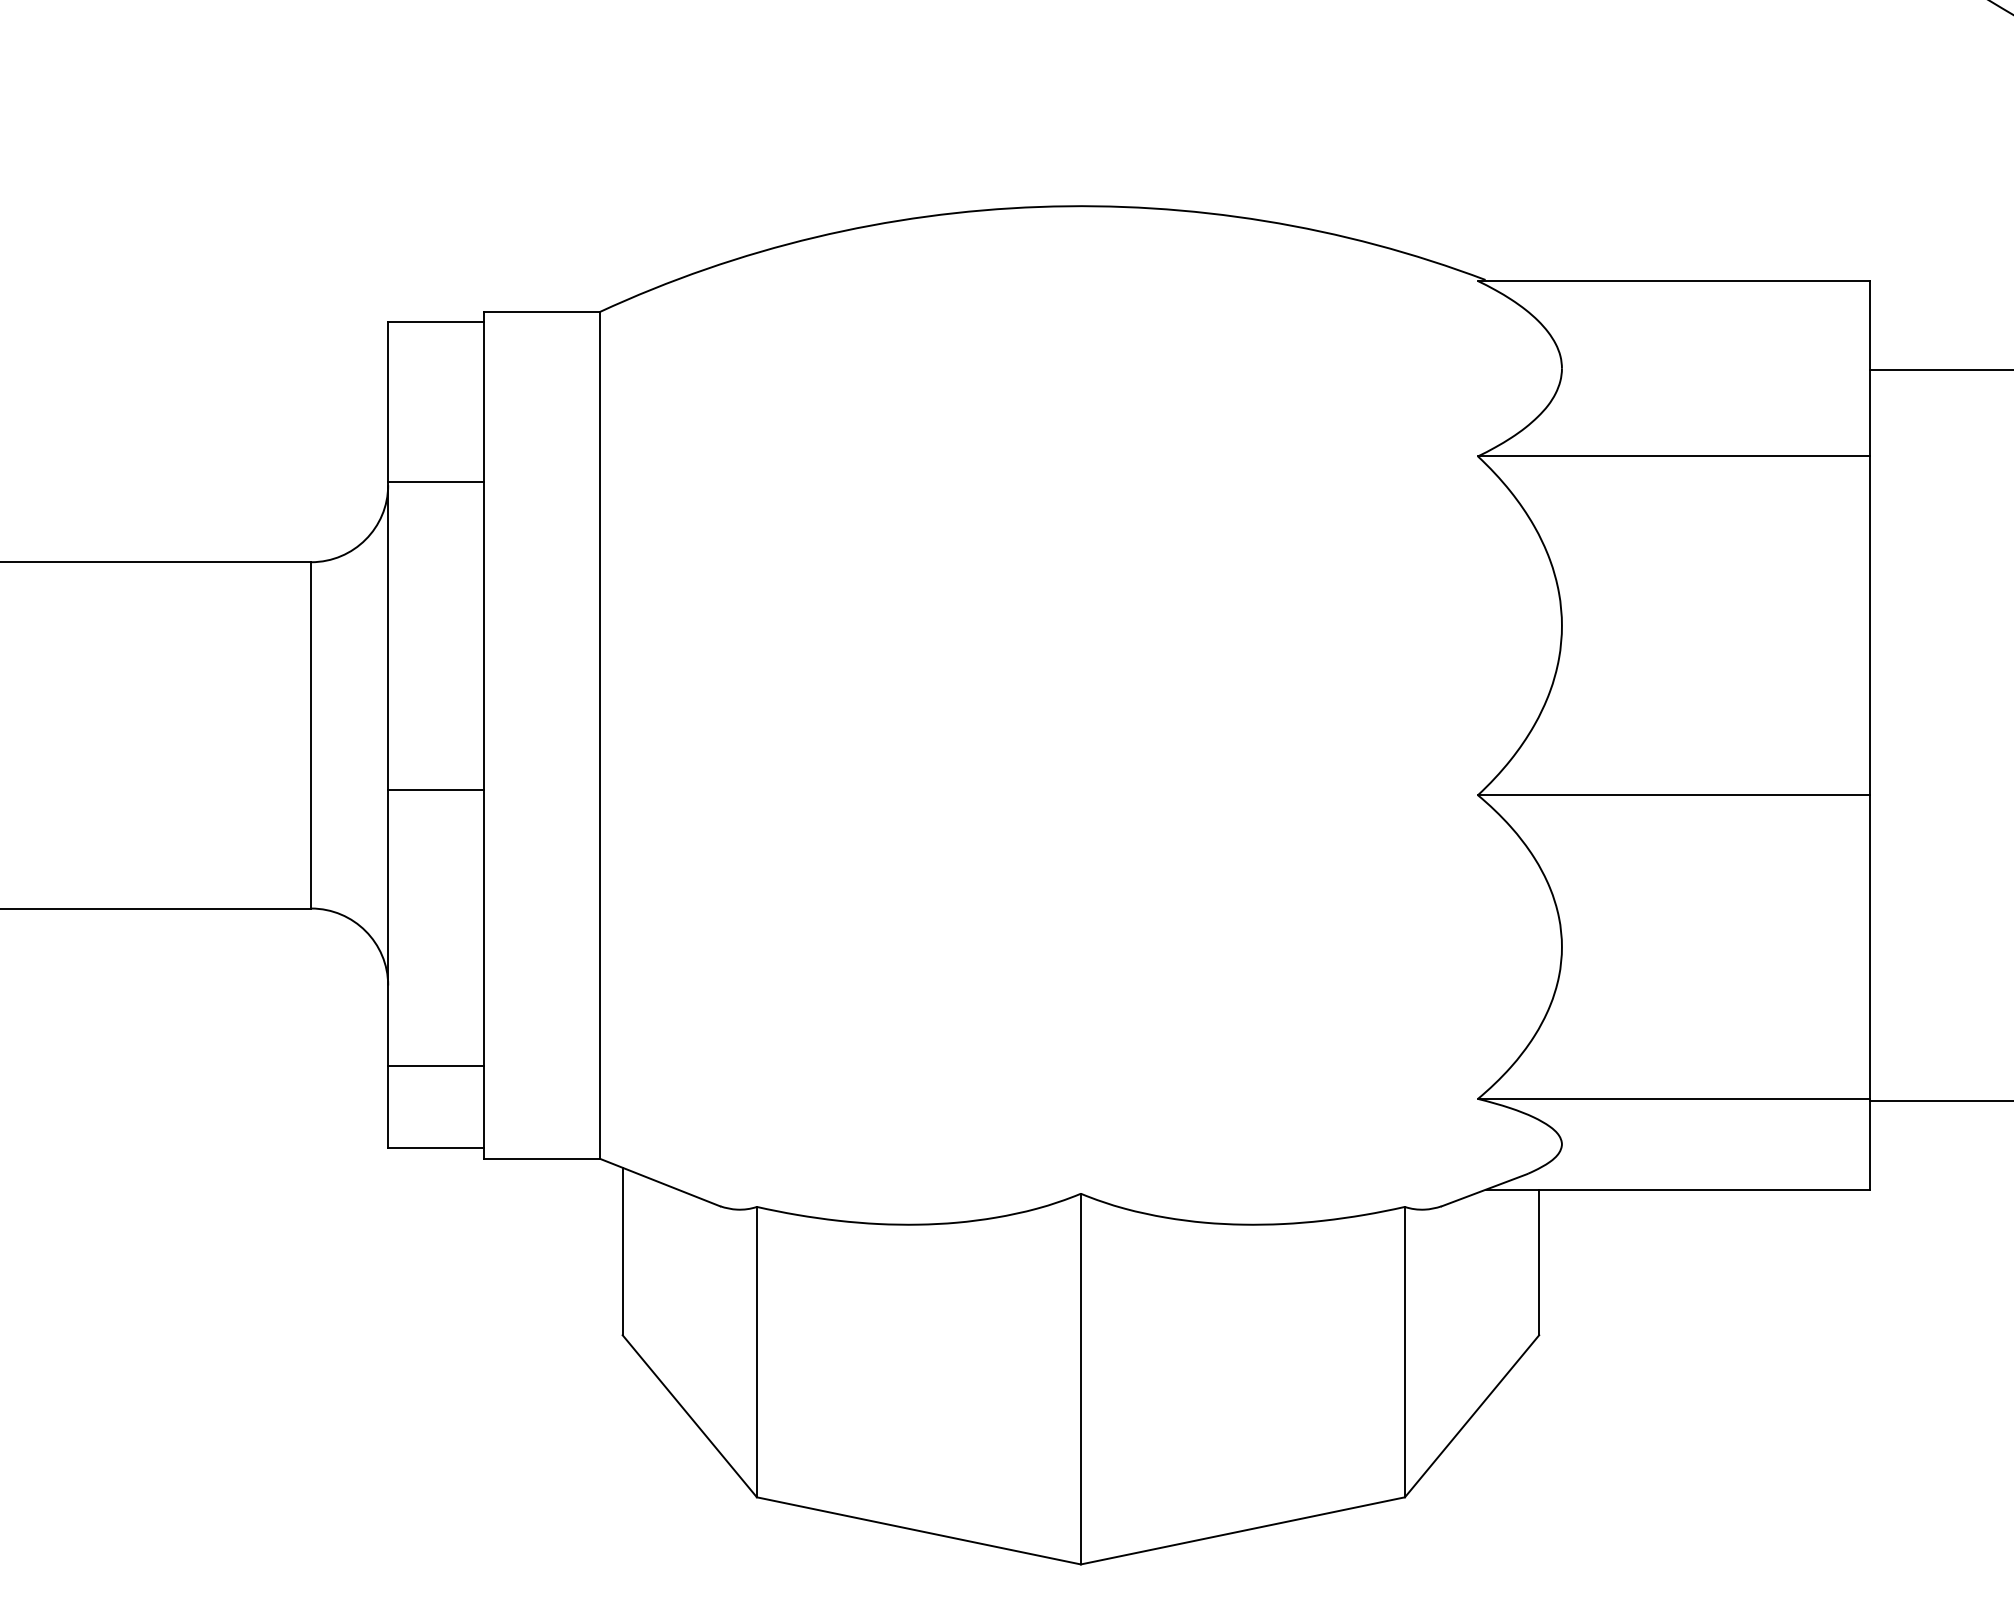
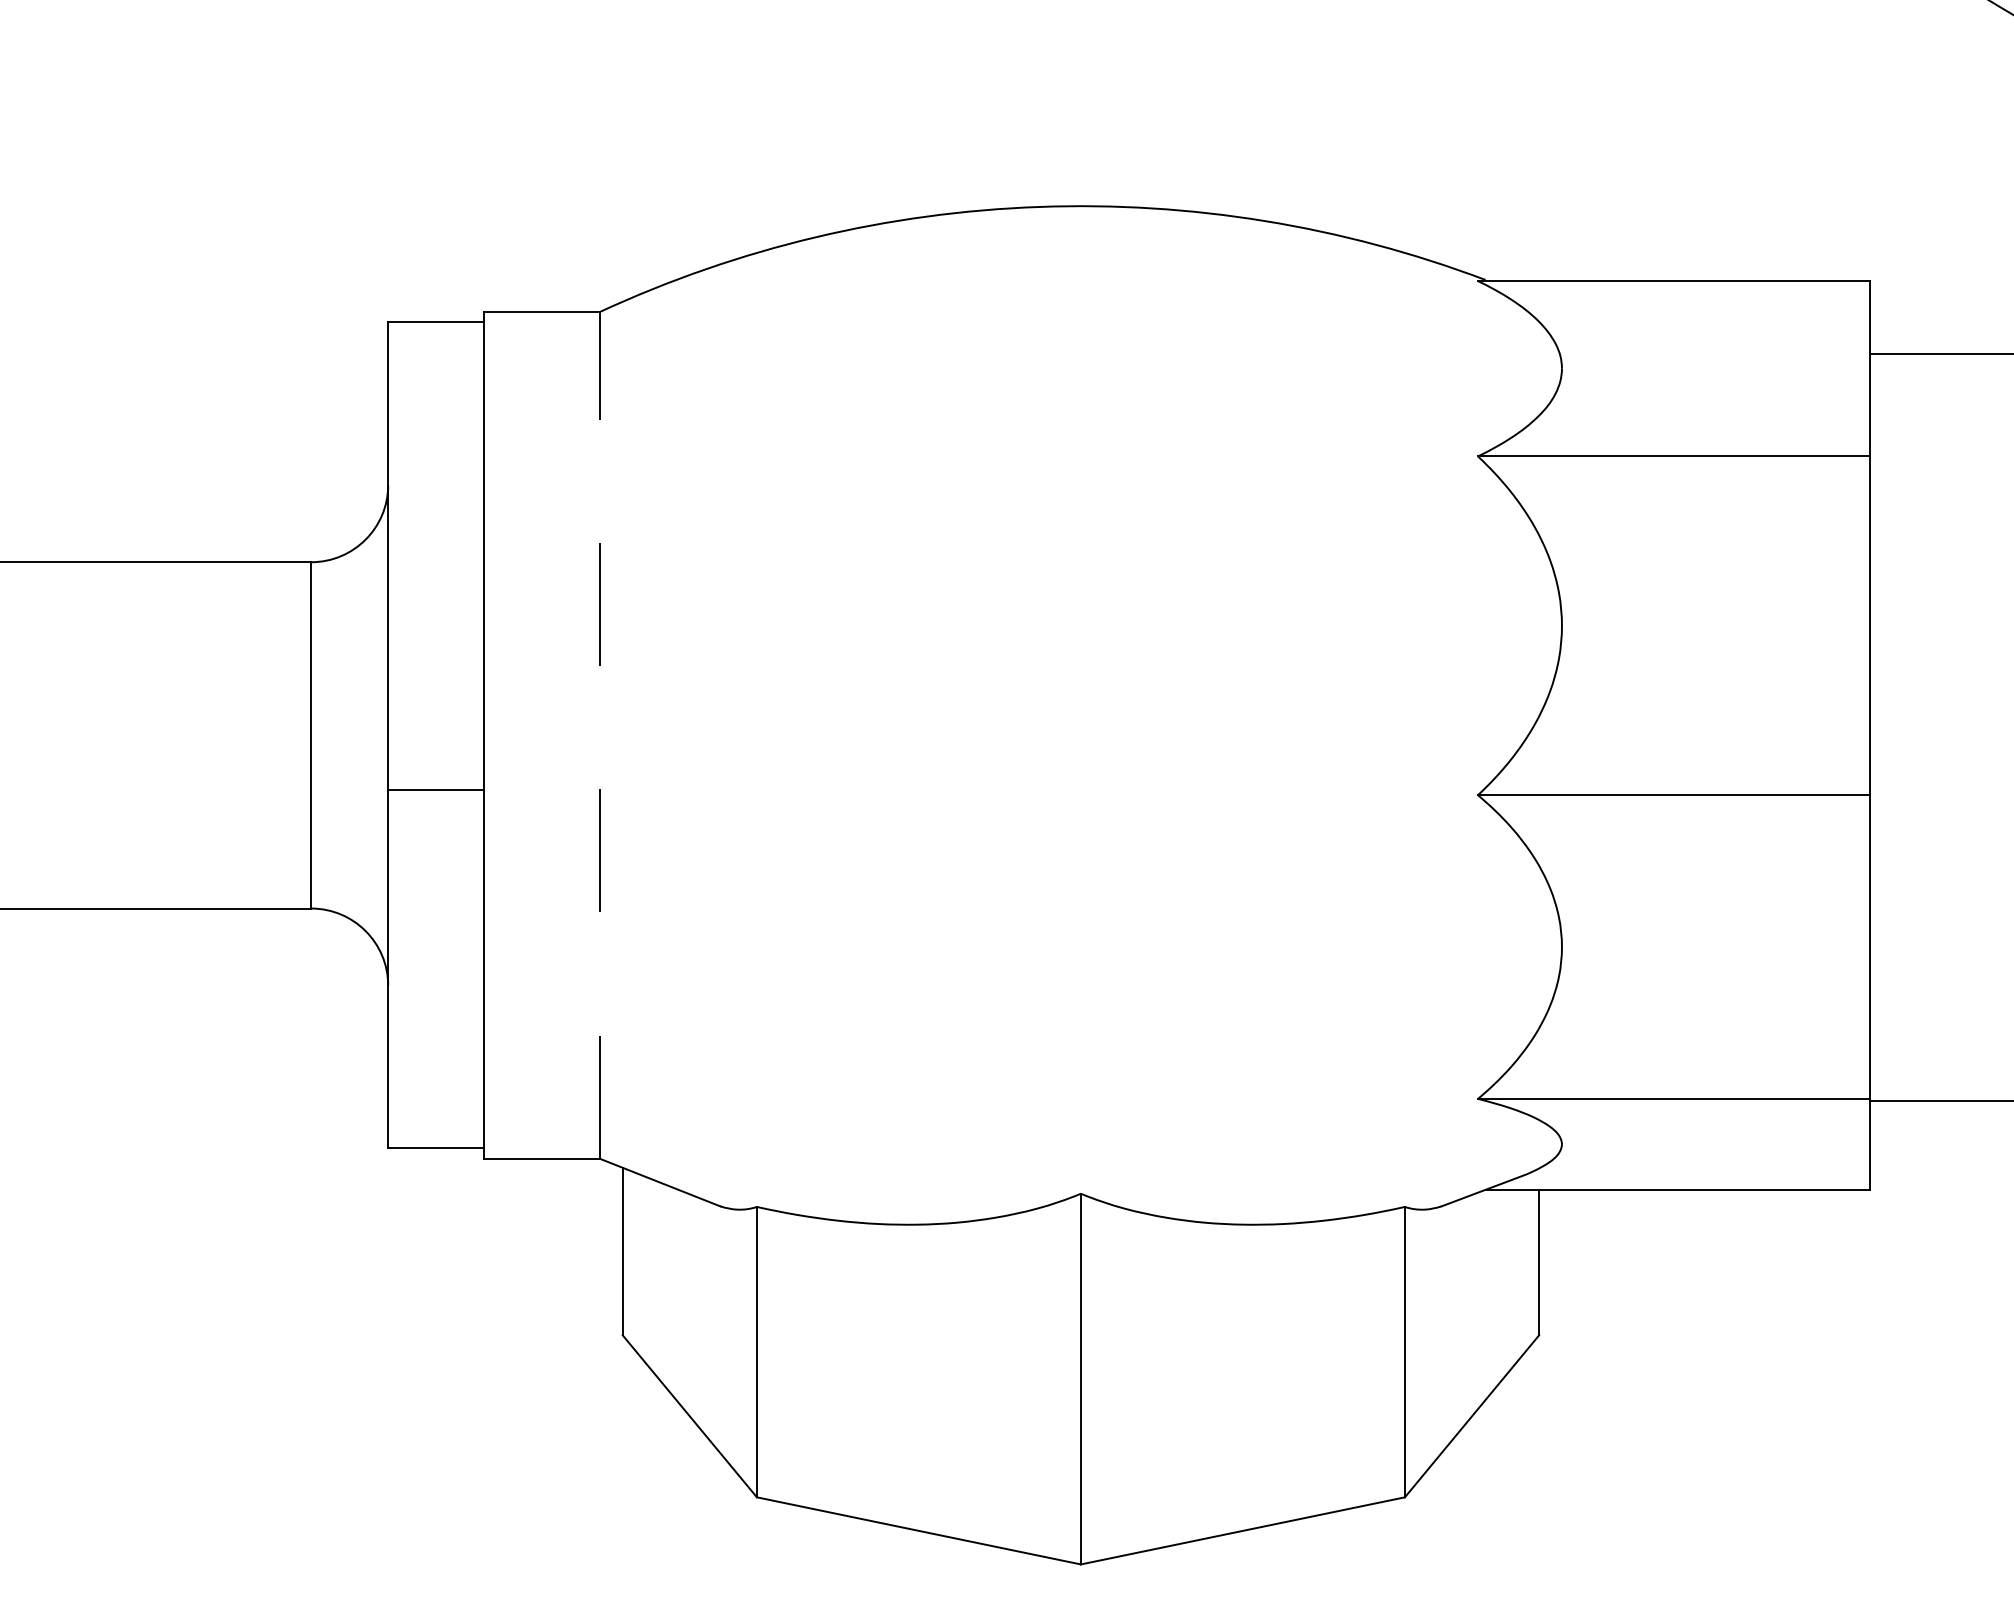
line at (1939, 369) position: (1939, 369) -> (1939, 353)
line at (436, 481): present -> none
line at (599, 734): solid -> dashed
line at (436, 1065): present -> none
